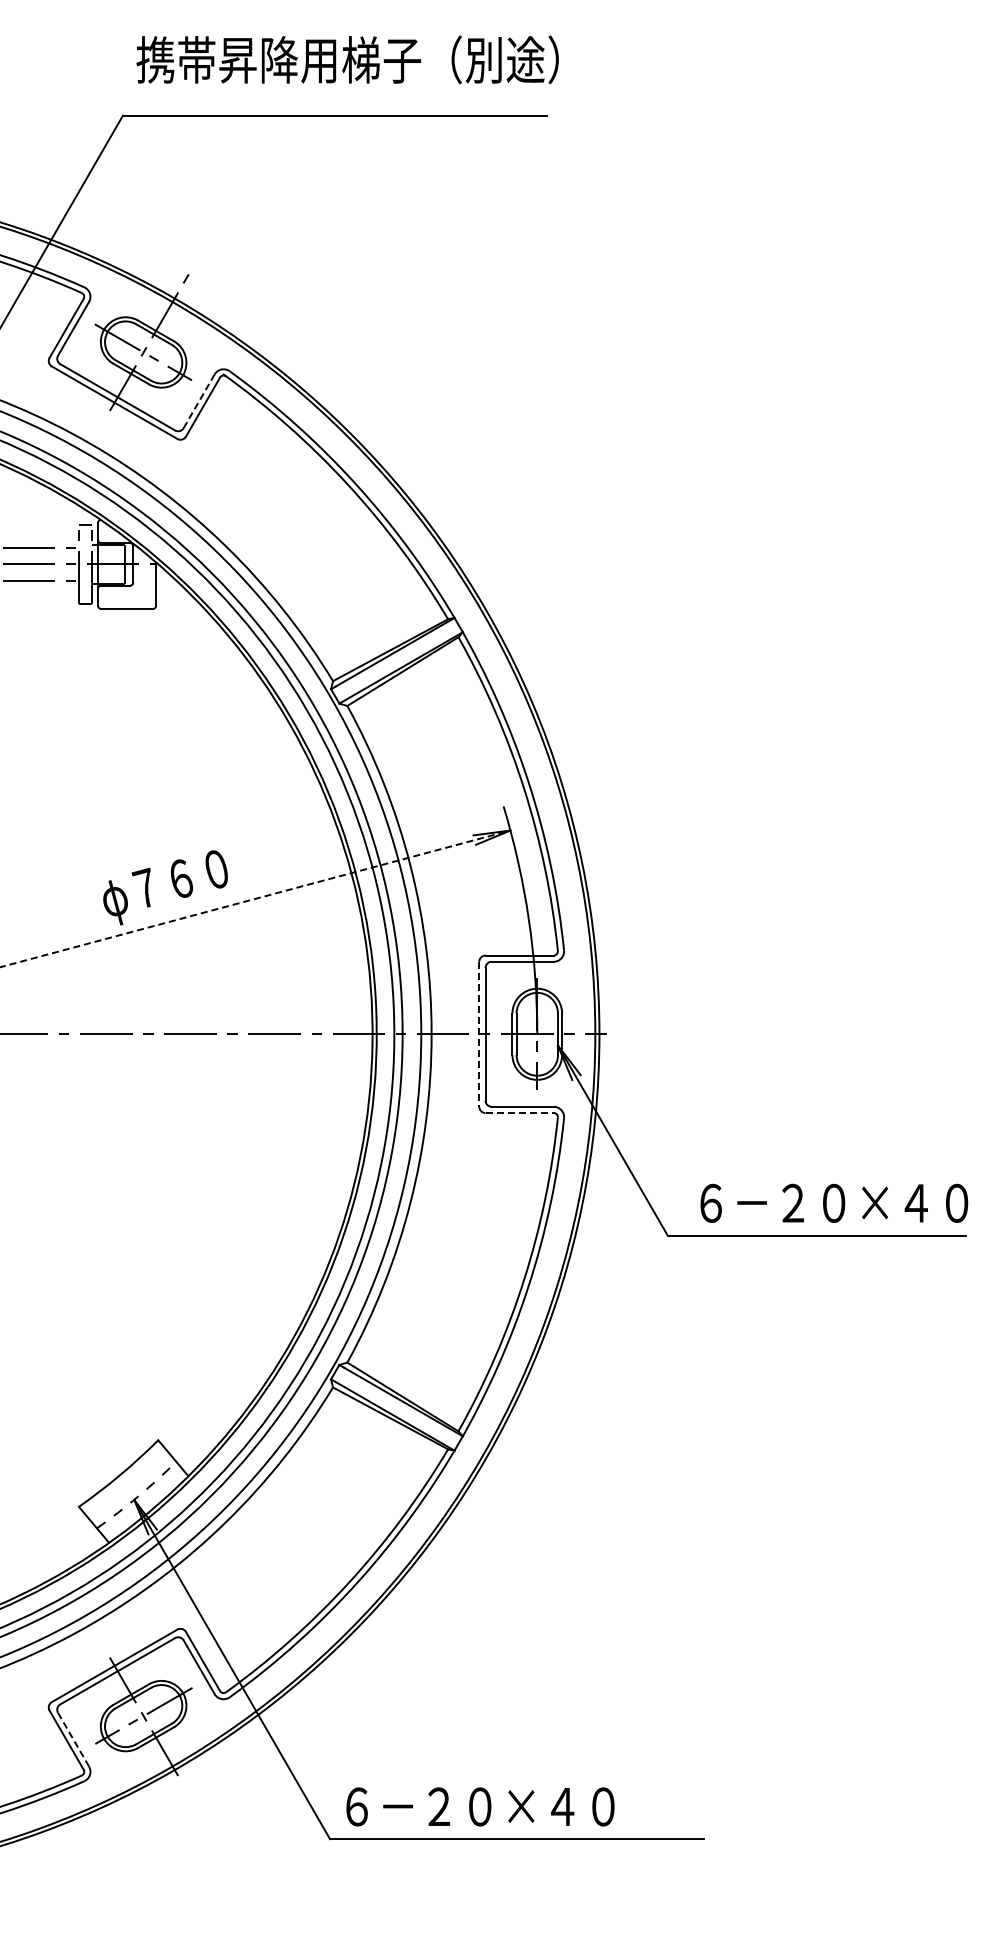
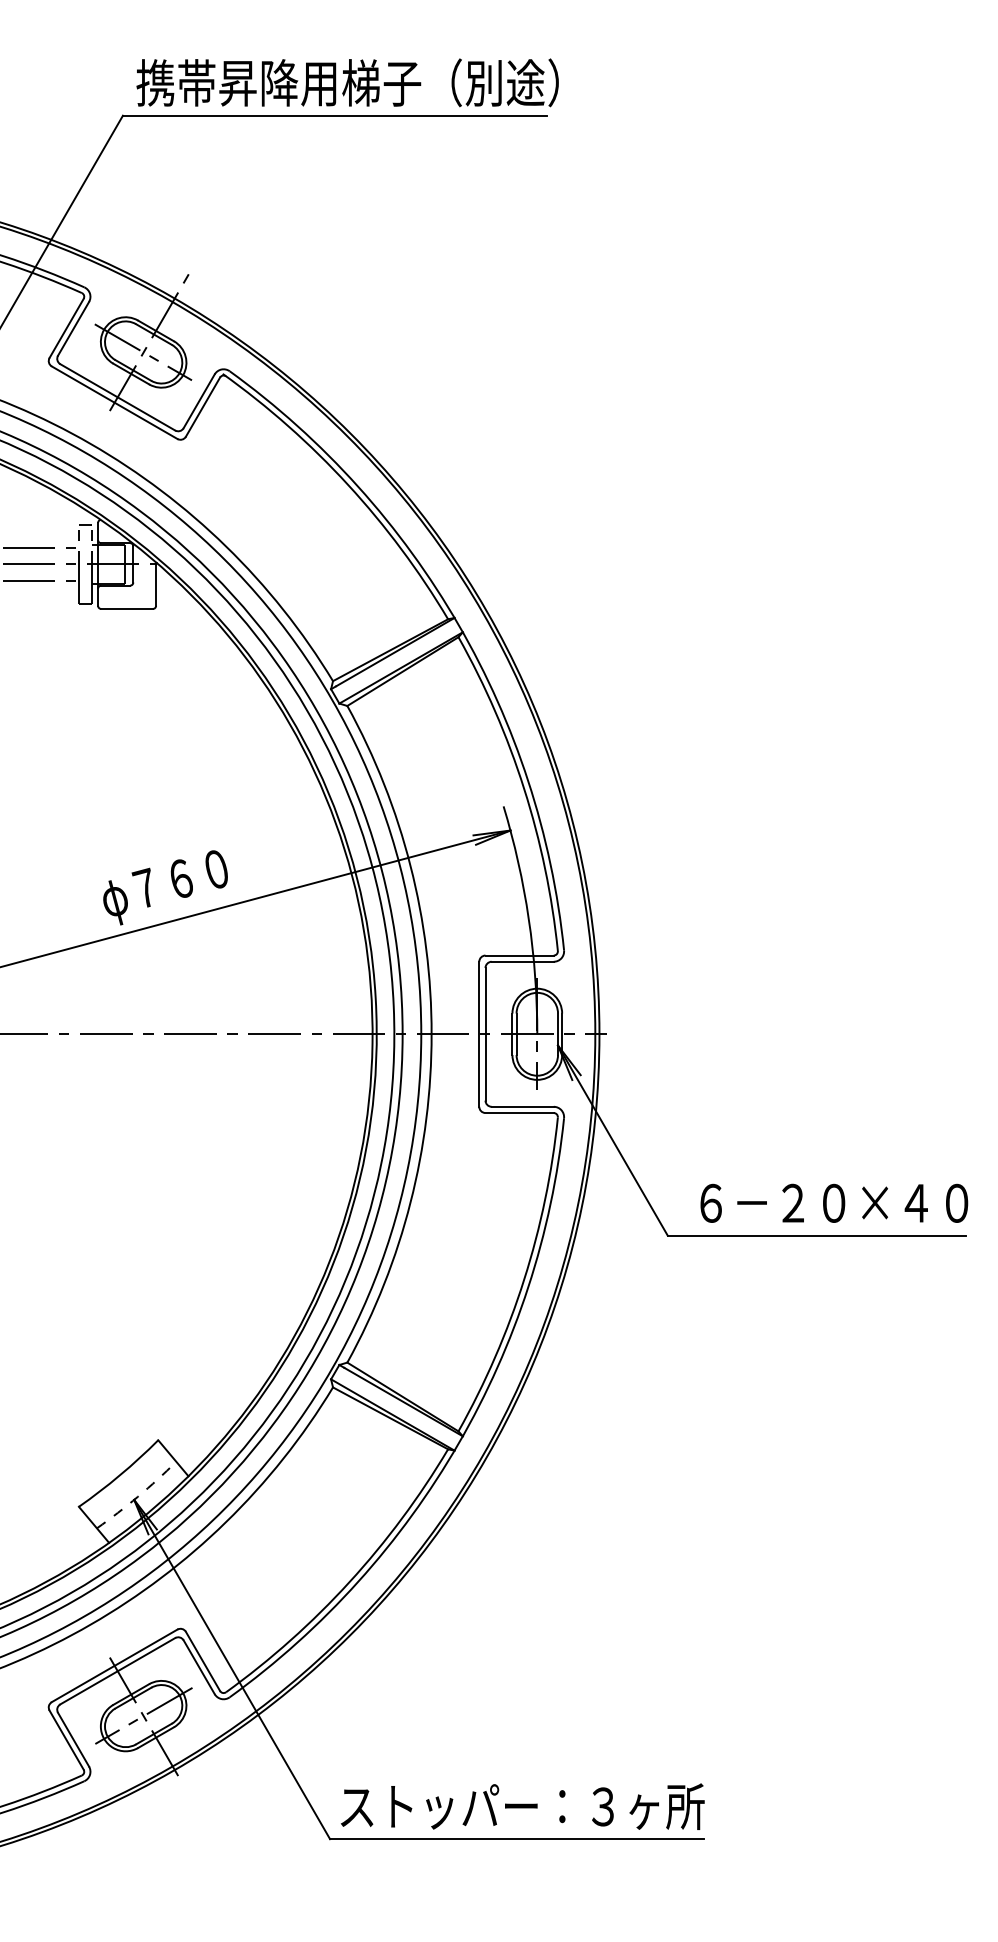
text at (347, 59) position: (347, 59) -> (347, 82)
line at (199, 400): dashed -> solid
line at (255, 898): dashed -> solid
line at (479, 1034): dashed -> solid
line at (520, 1113): dashed -> solid
line at (73, 1740): dashed -> solid
text at (522, 1806): ６－２０×４０ -> ストッパー：３ヶ所
